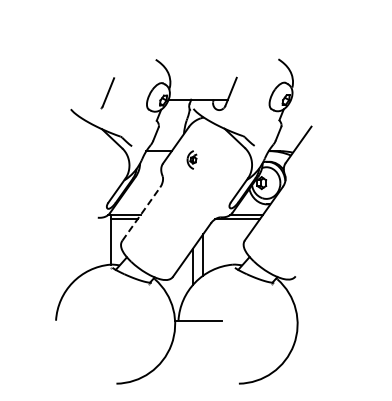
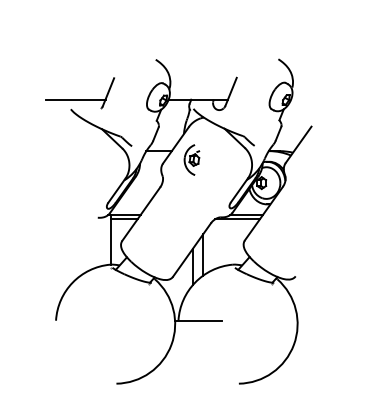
line at (75, 99): none -> present
part at (191, 159) size: 12x20 px -> 18x32 px
line at (141, 214): dashed -> solid
